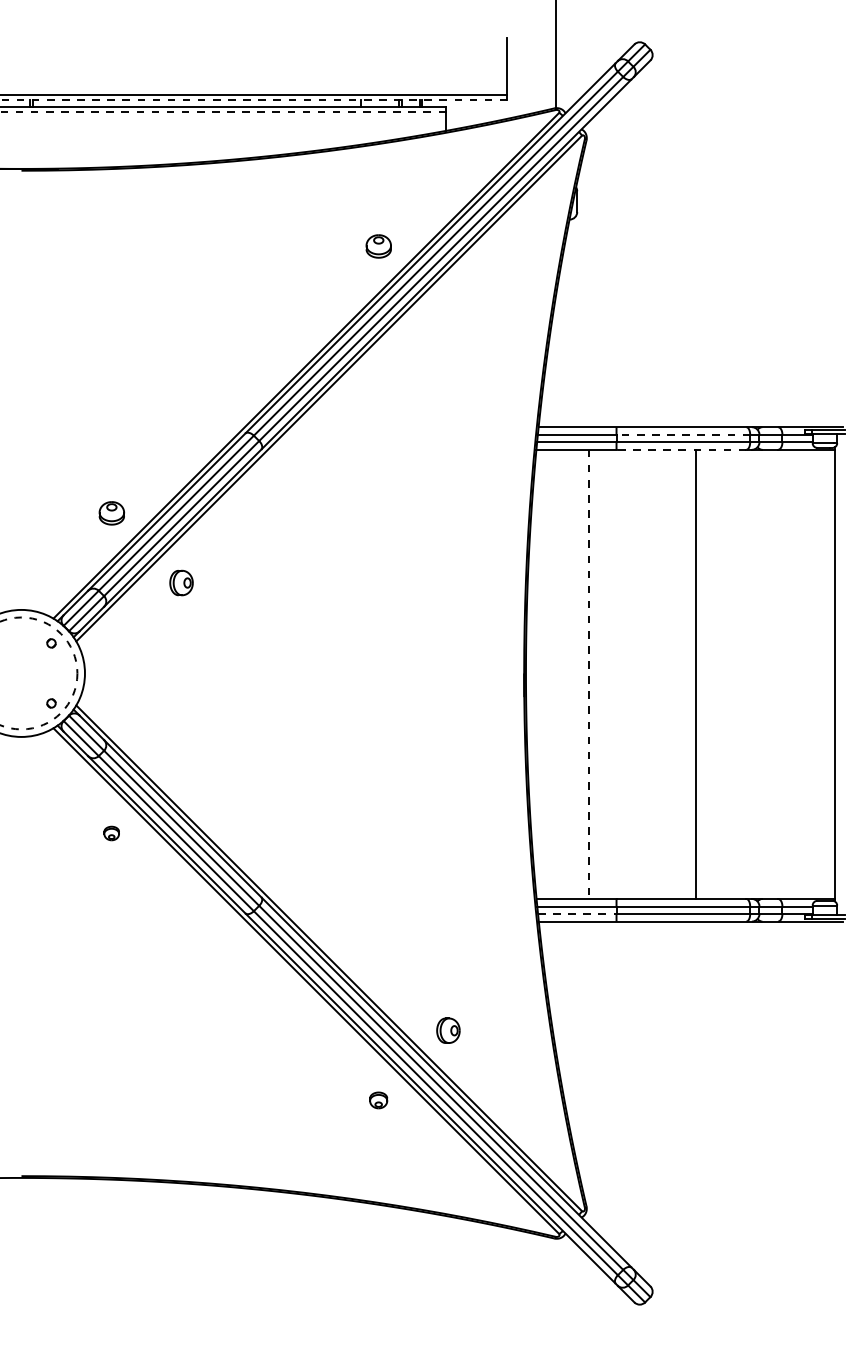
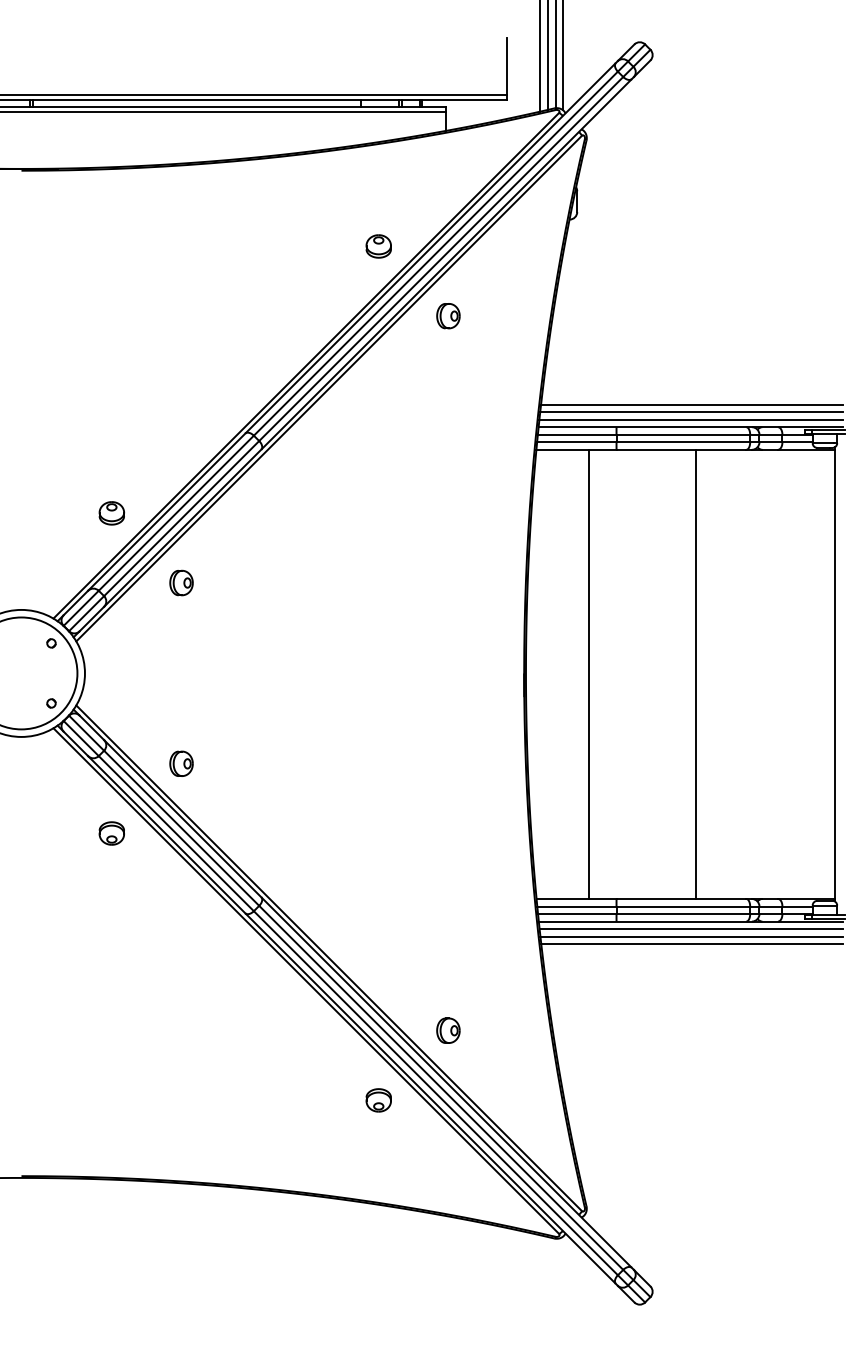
line at (547, 55): none -> present
line at (540, 56): none -> present
line at (563, 56): none -> present
line at (253, 99): dashed -> solid
line at (223, 112): dashed -> solid
part at (448, 316): none -> present
line at (691, 404): none -> present
line at (691, 412): none -> present
line at (690, 419): none -> present
line at (683, 434): dashed -> solid
line at (681, 449): dashed -> solid
circle at (38, 673): dashed -> solid
line at (589, 674): dashed -> solid
part at (181, 763): none -> present
part at (111, 833) size: 17x17 px -> 27x25 px
line at (577, 914): dashed -> solid
line at (690, 929): none -> present
line at (691, 936): none -> present
line at (691, 944): none -> present
part at (378, 1100) size: 20x19 px -> 27x25 px
